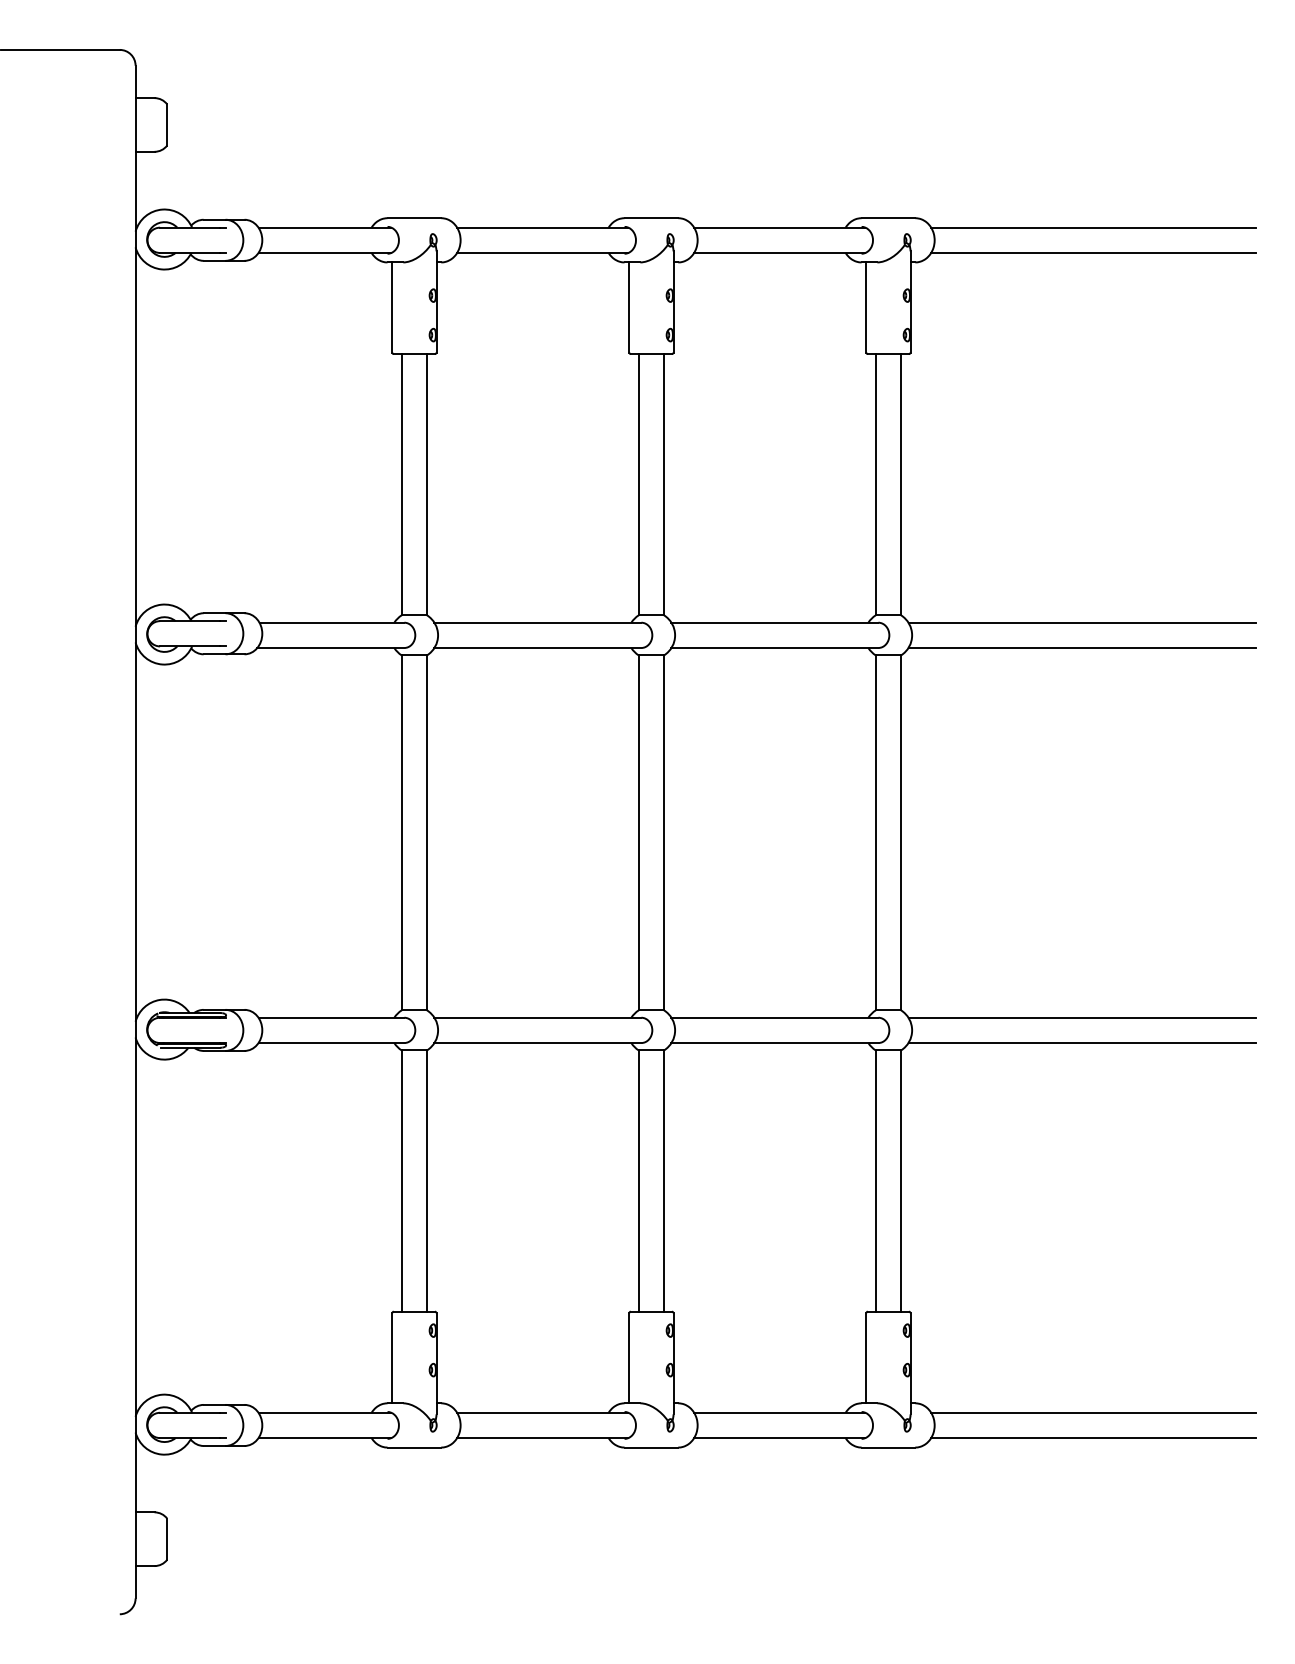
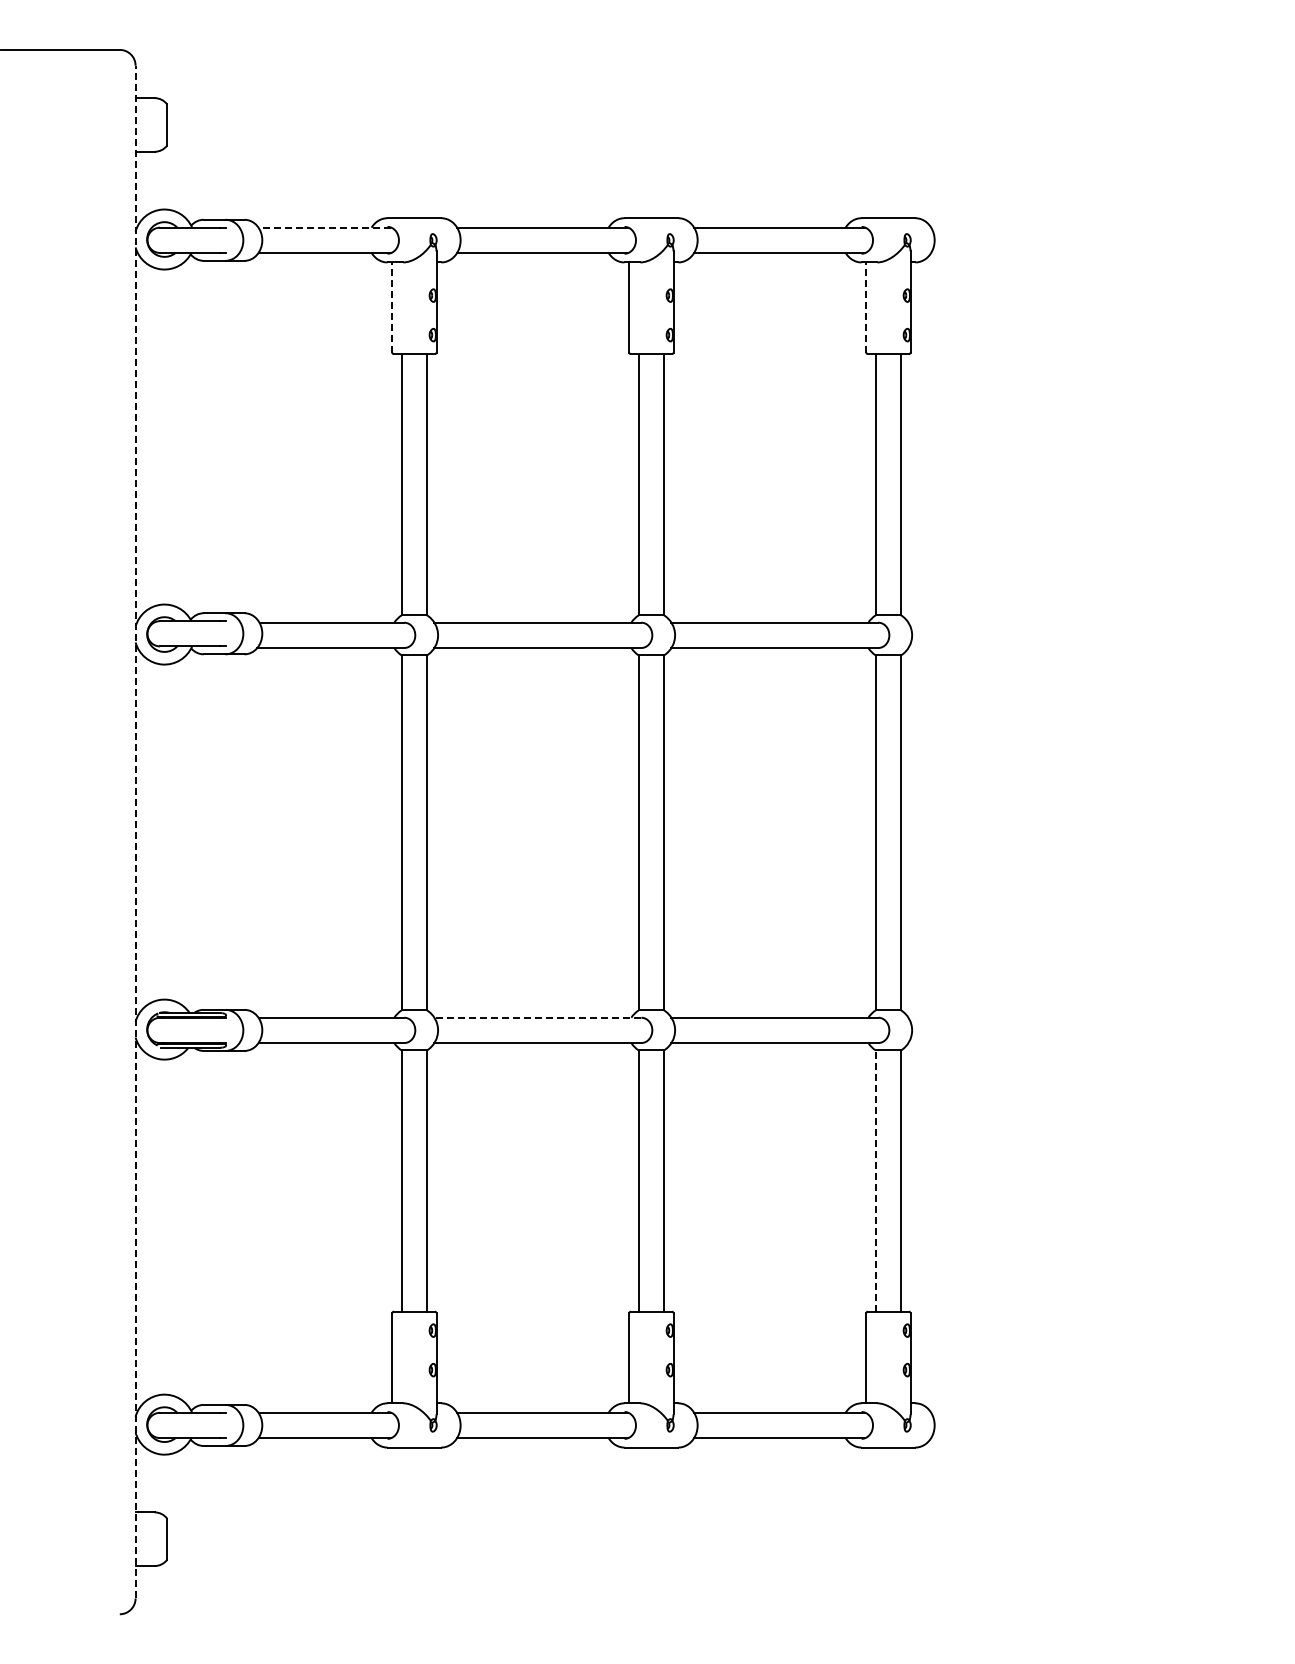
line at (324, 227): solid -> dashed
line at (1093, 227): present -> none
line at (1093, 252): present -> none
line at (392, 306): solid -> dashed
line at (866, 306): solid -> dashed
line at (1082, 622): present -> none
line at (1082, 648): present -> none
line at (135, 831): solid -> dashed
line at (537, 1017): solid -> dashed
line at (1082, 1017): present -> none
line at (1082, 1043): present -> none
line at (875, 1181): solid -> dashed
line at (1093, 1412): present -> none
line at (1093, 1438): present -> none
